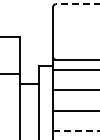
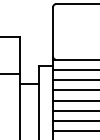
line at (77, 4): dashed -> solid
line at (74, 80): none -> present
line at (74, 100): none -> present
line at (74, 121): none -> present
line at (76, 131): dashed -> solid
